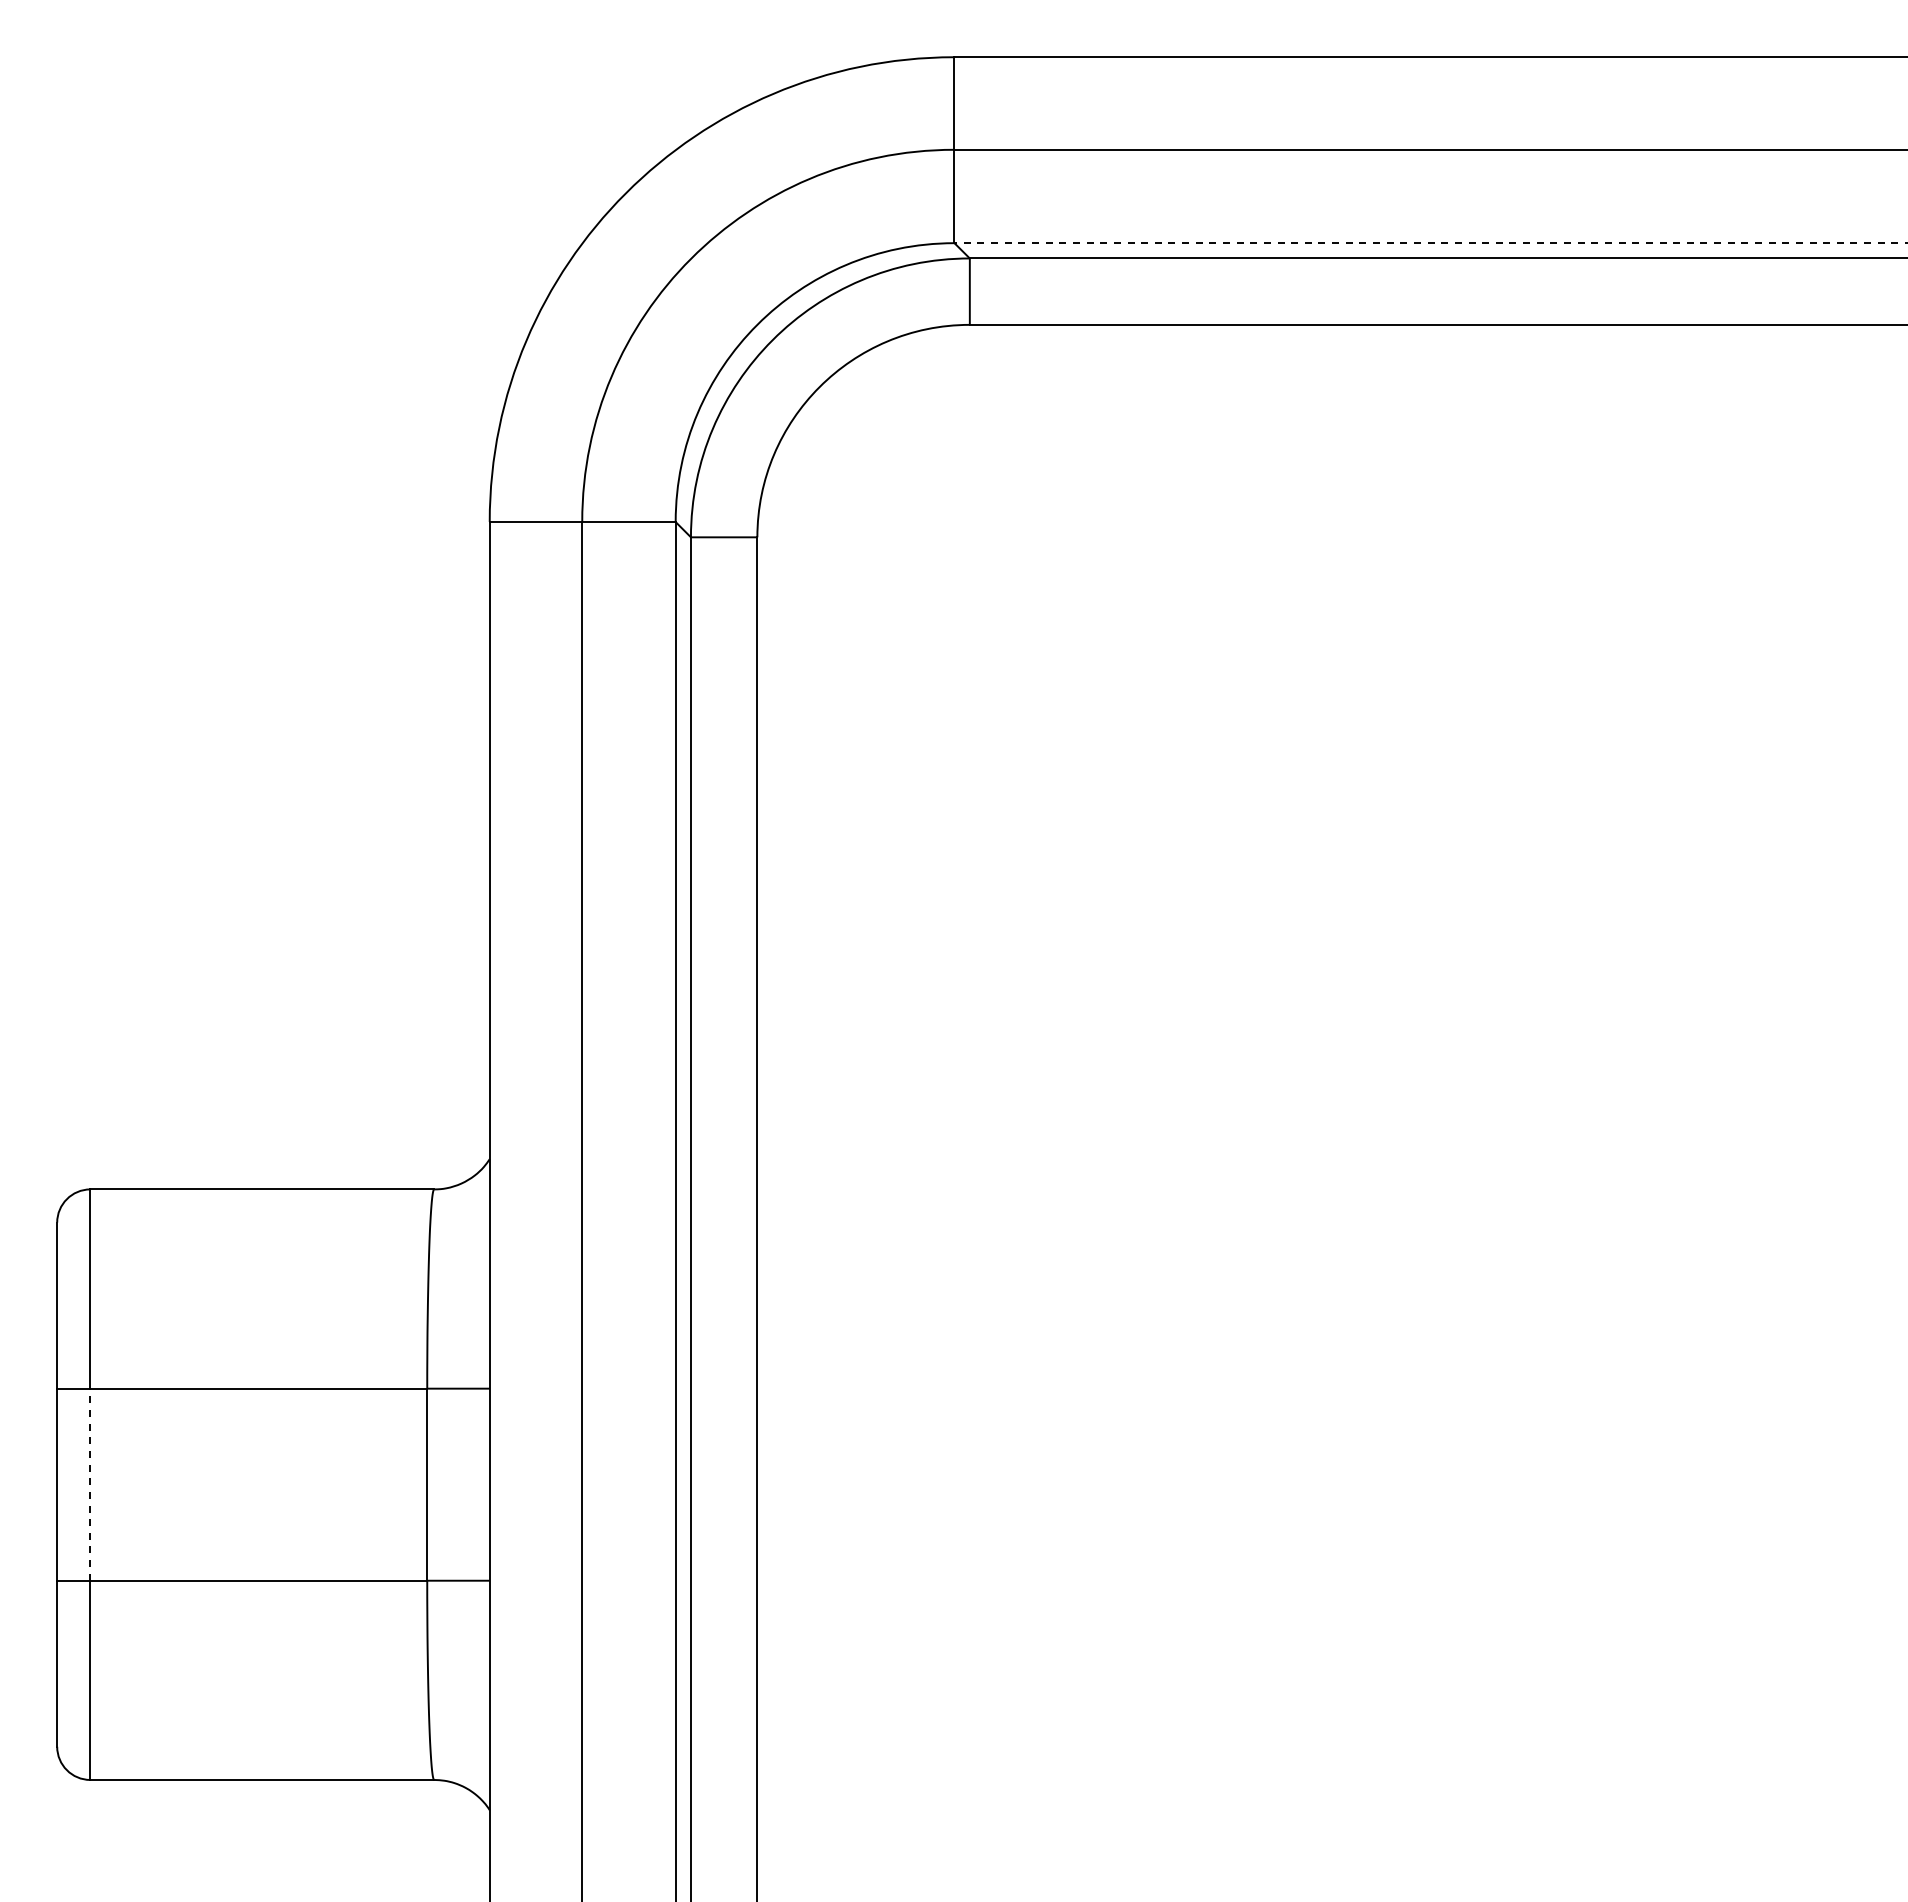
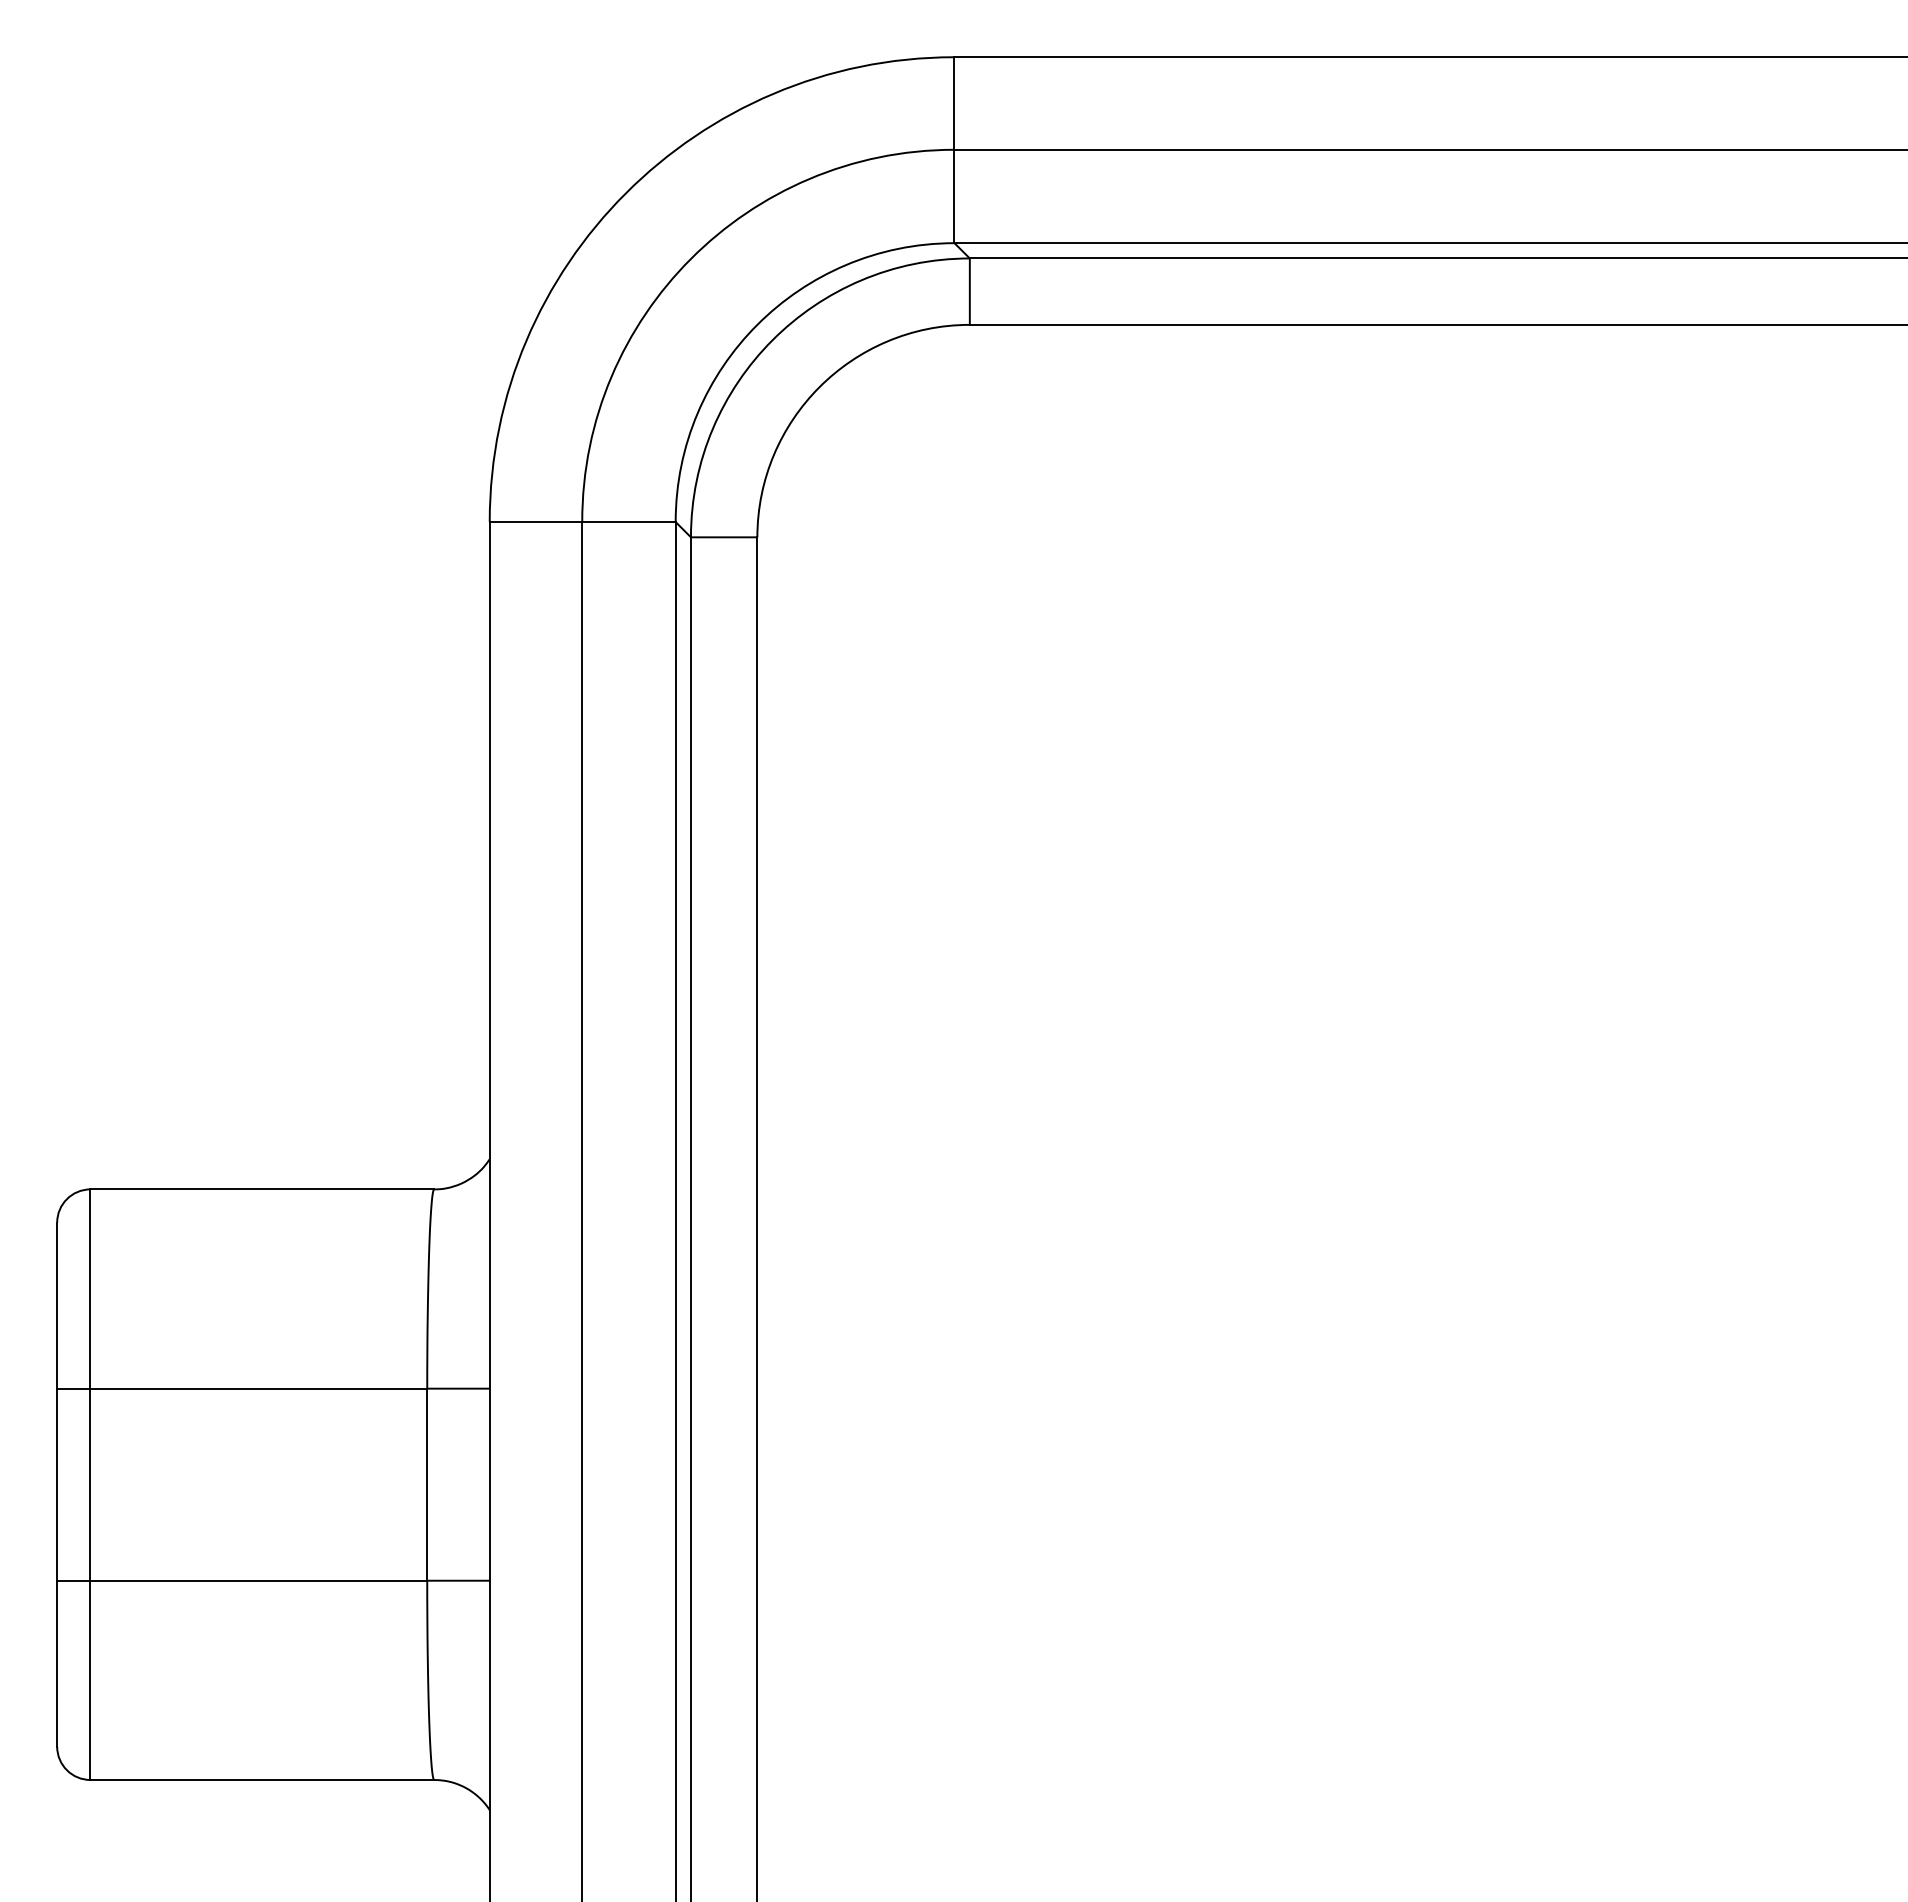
line at (1430, 243): dashed -> solid
line at (90, 1484): dashed -> solid
